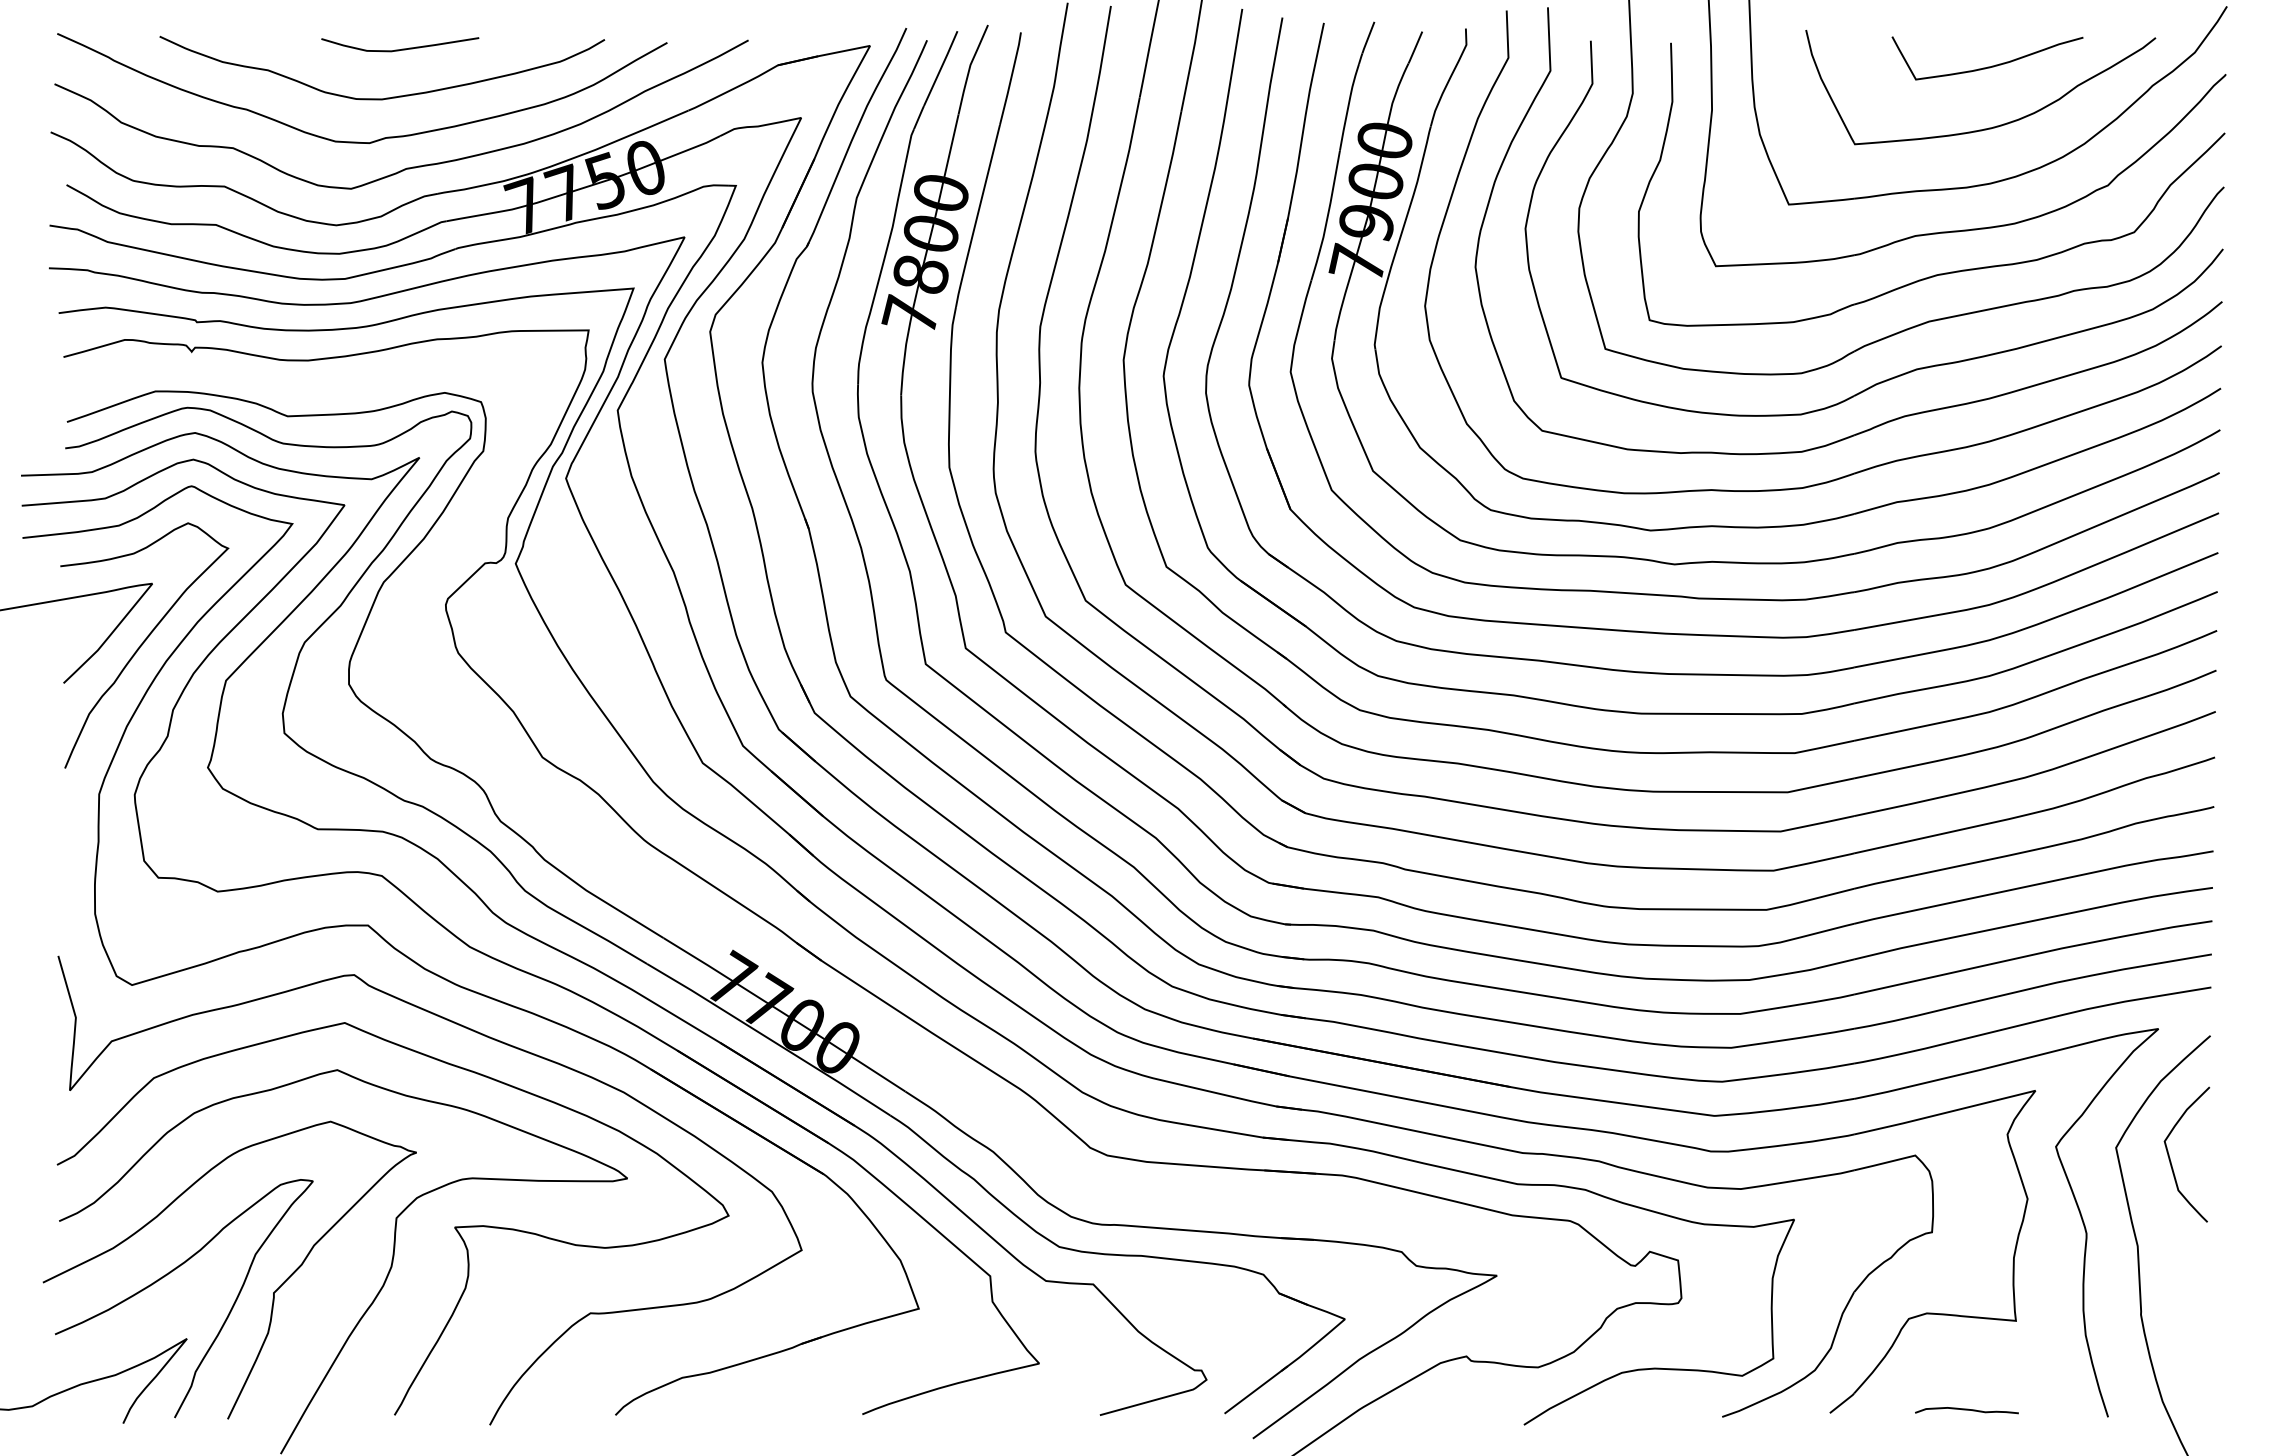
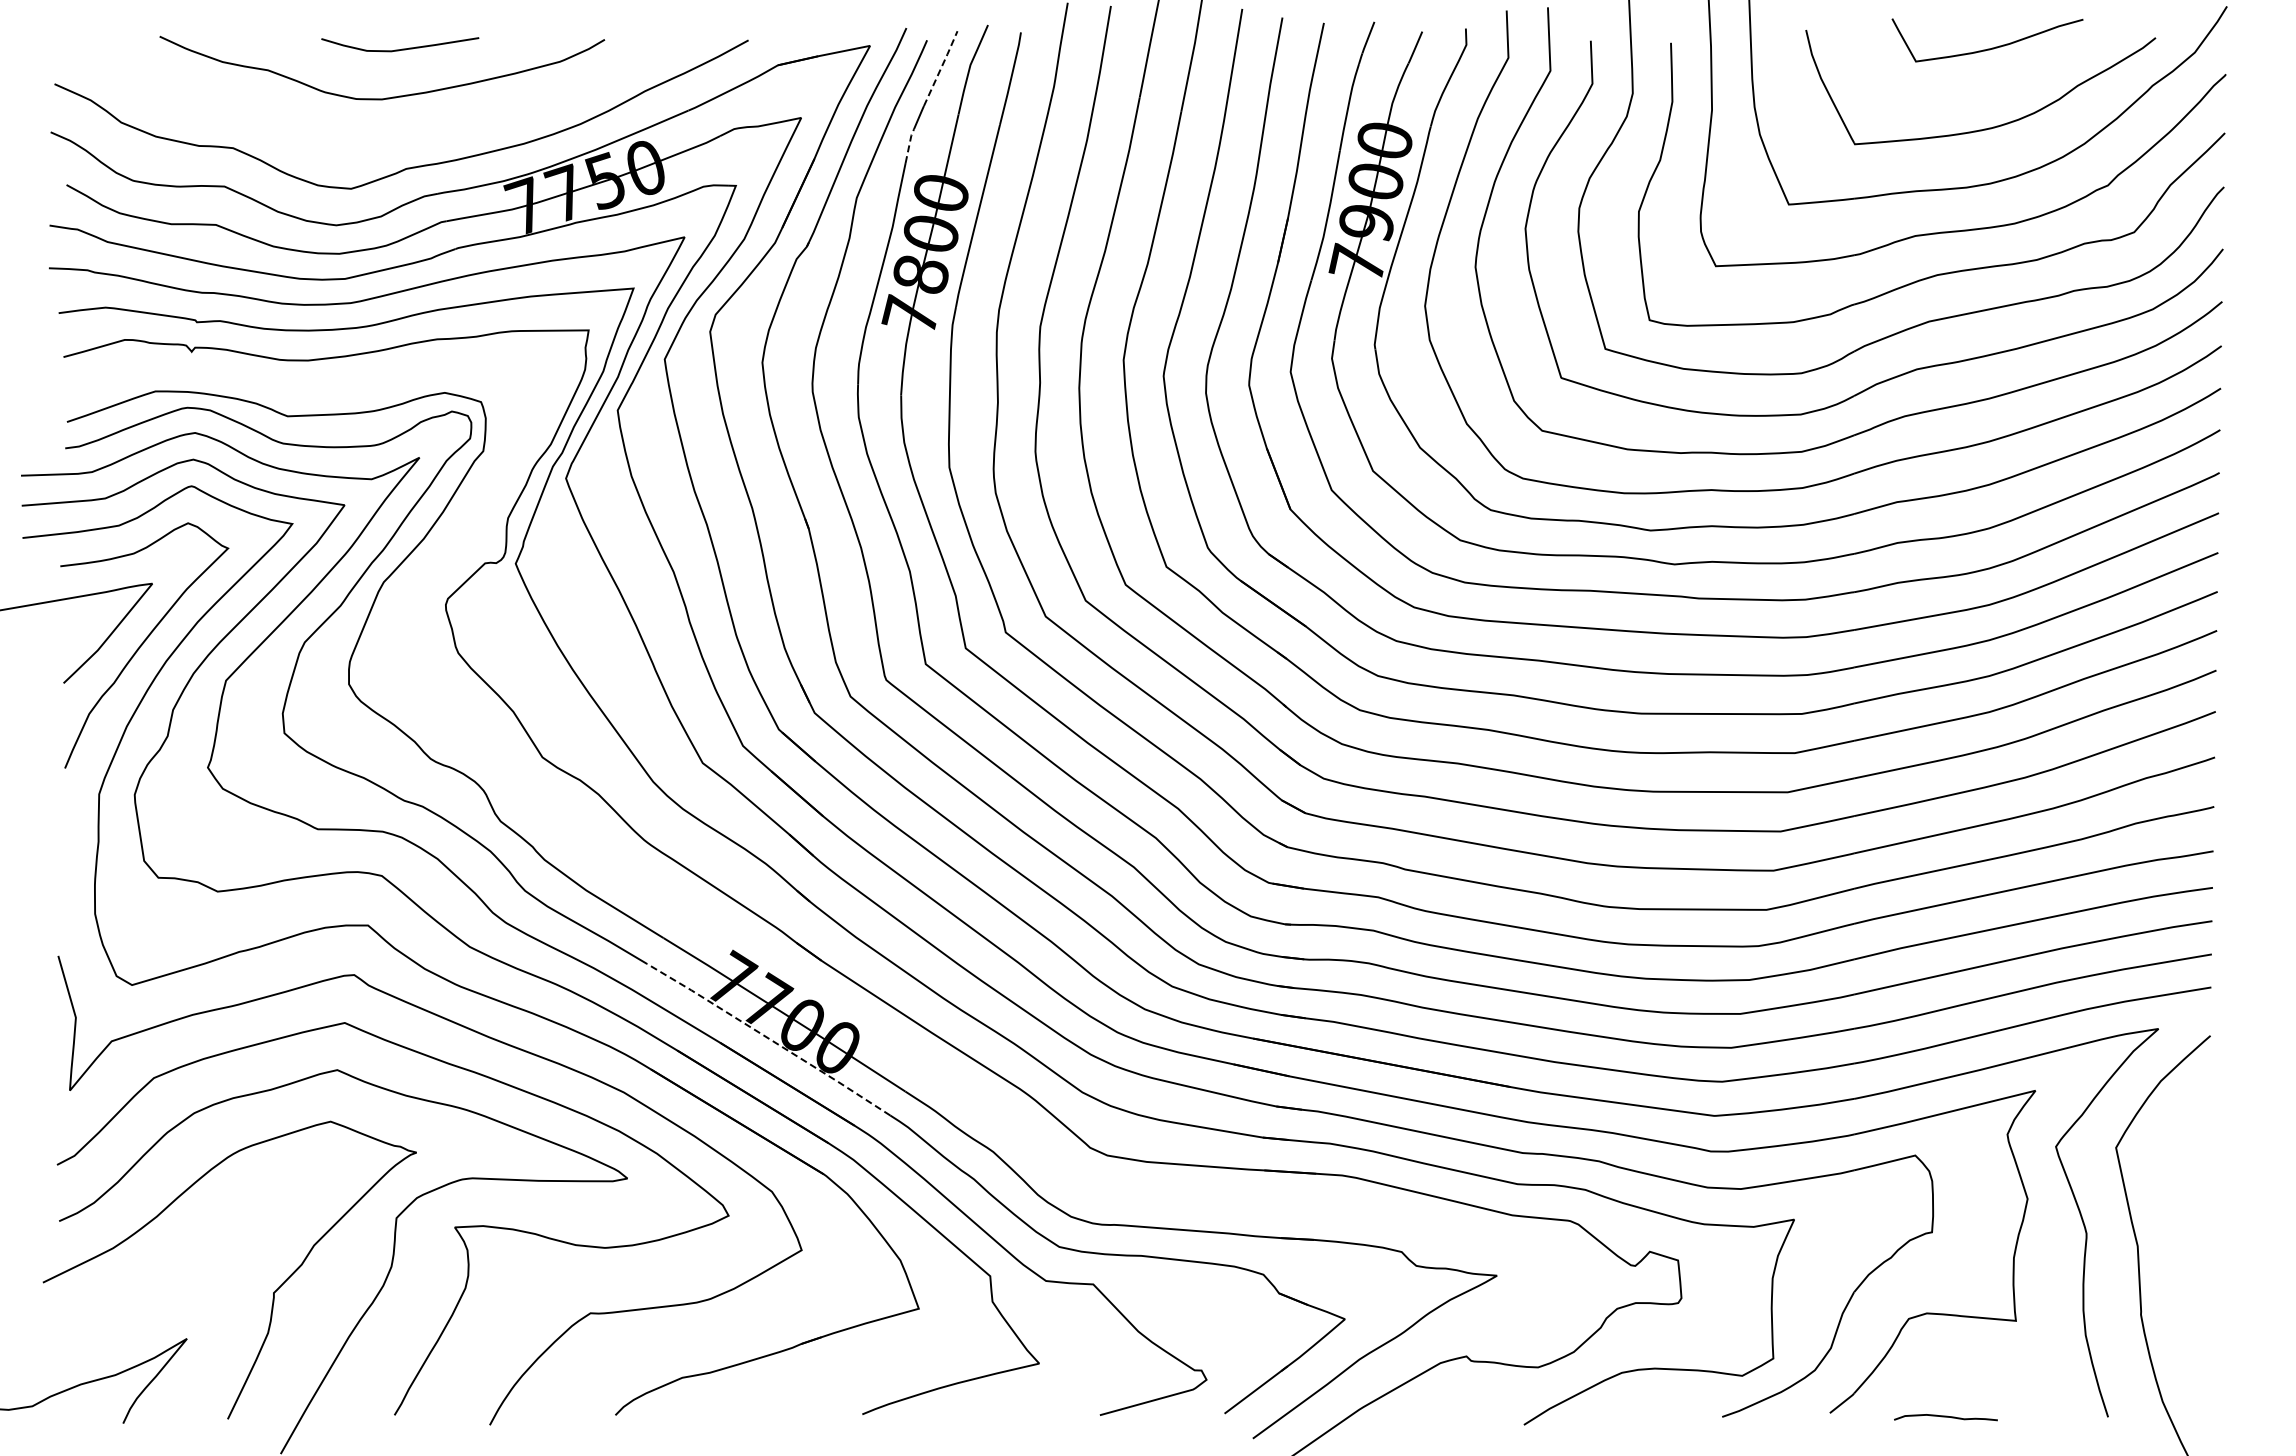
curve at (1987, 66) position: (1987, 66) -> (1987, 48)
line at (941, 67): solid -> dashed
curve at (380, 138): present -> none
line at (909, 144): solid -> dashed
line at (768, 1038): solid -> dashed
curve at (2170, 1157): present -> none
curve at (167, 1275): present -> none
curve at (1966, 1410) position: (1966, 1410) -> (1945, 1417)
